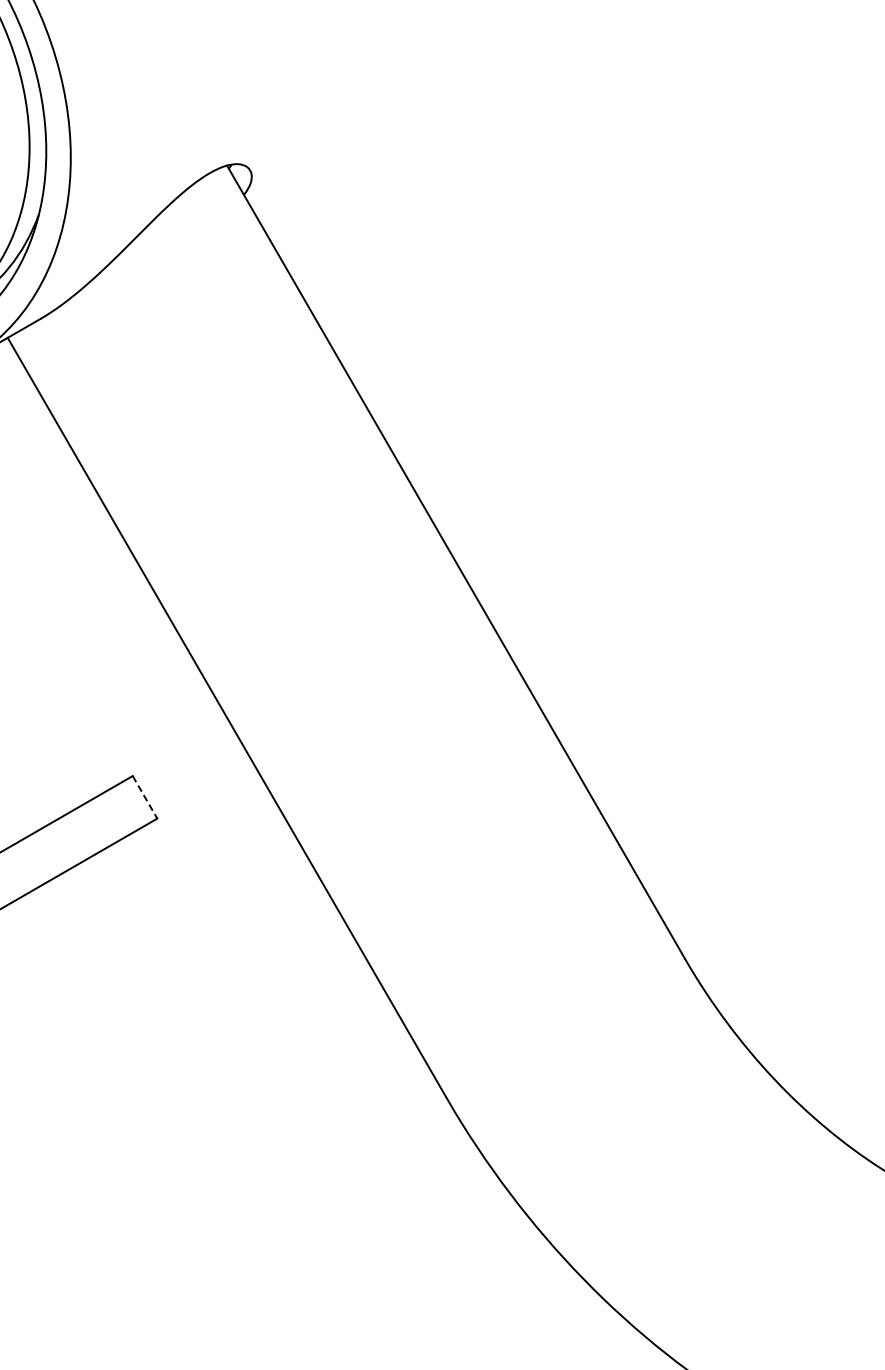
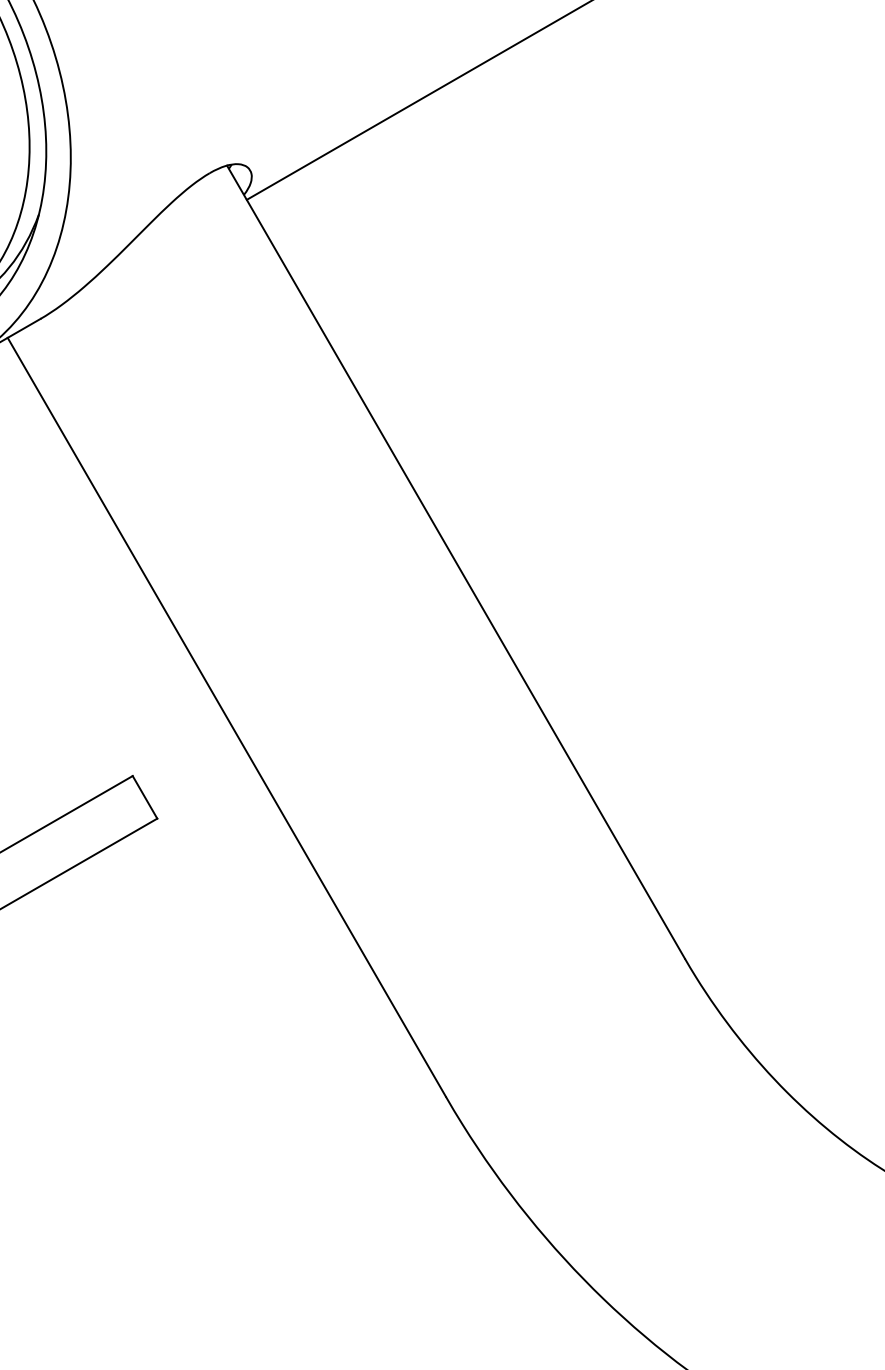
line at (417, 100): none -> present
line at (145, 797): dashed -> solid
